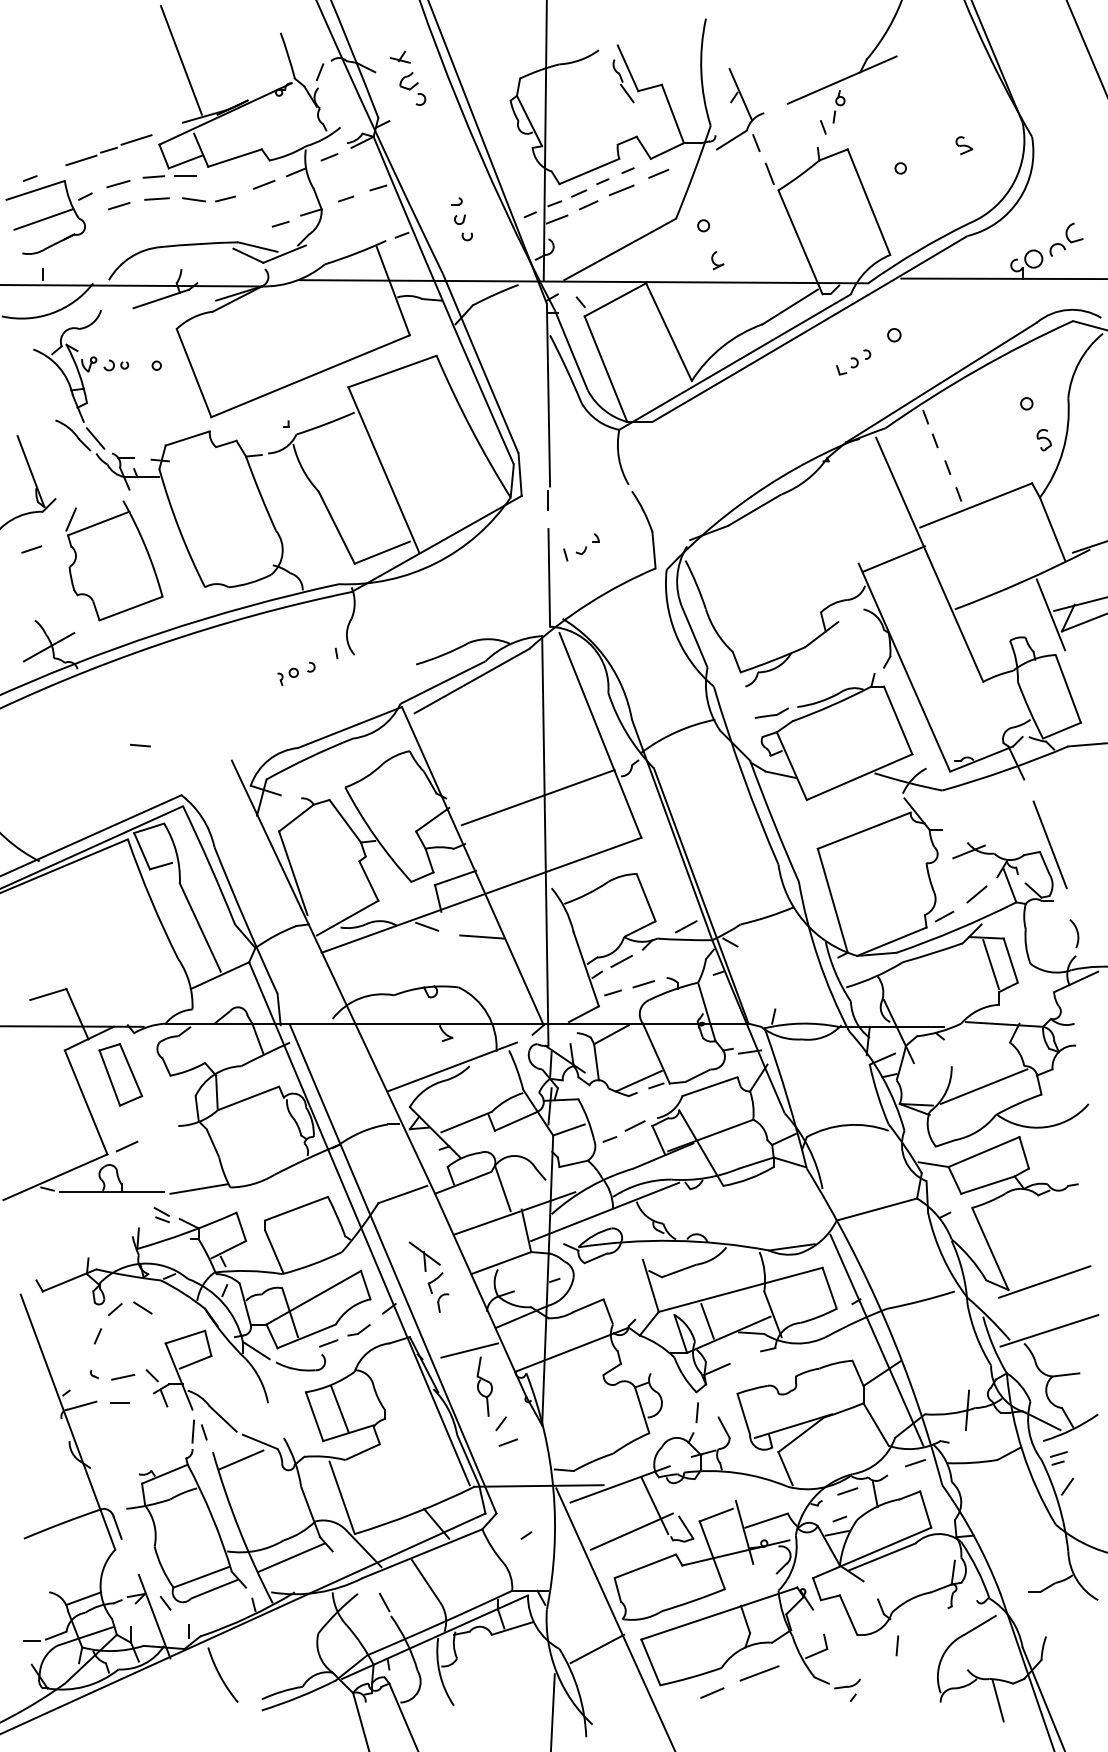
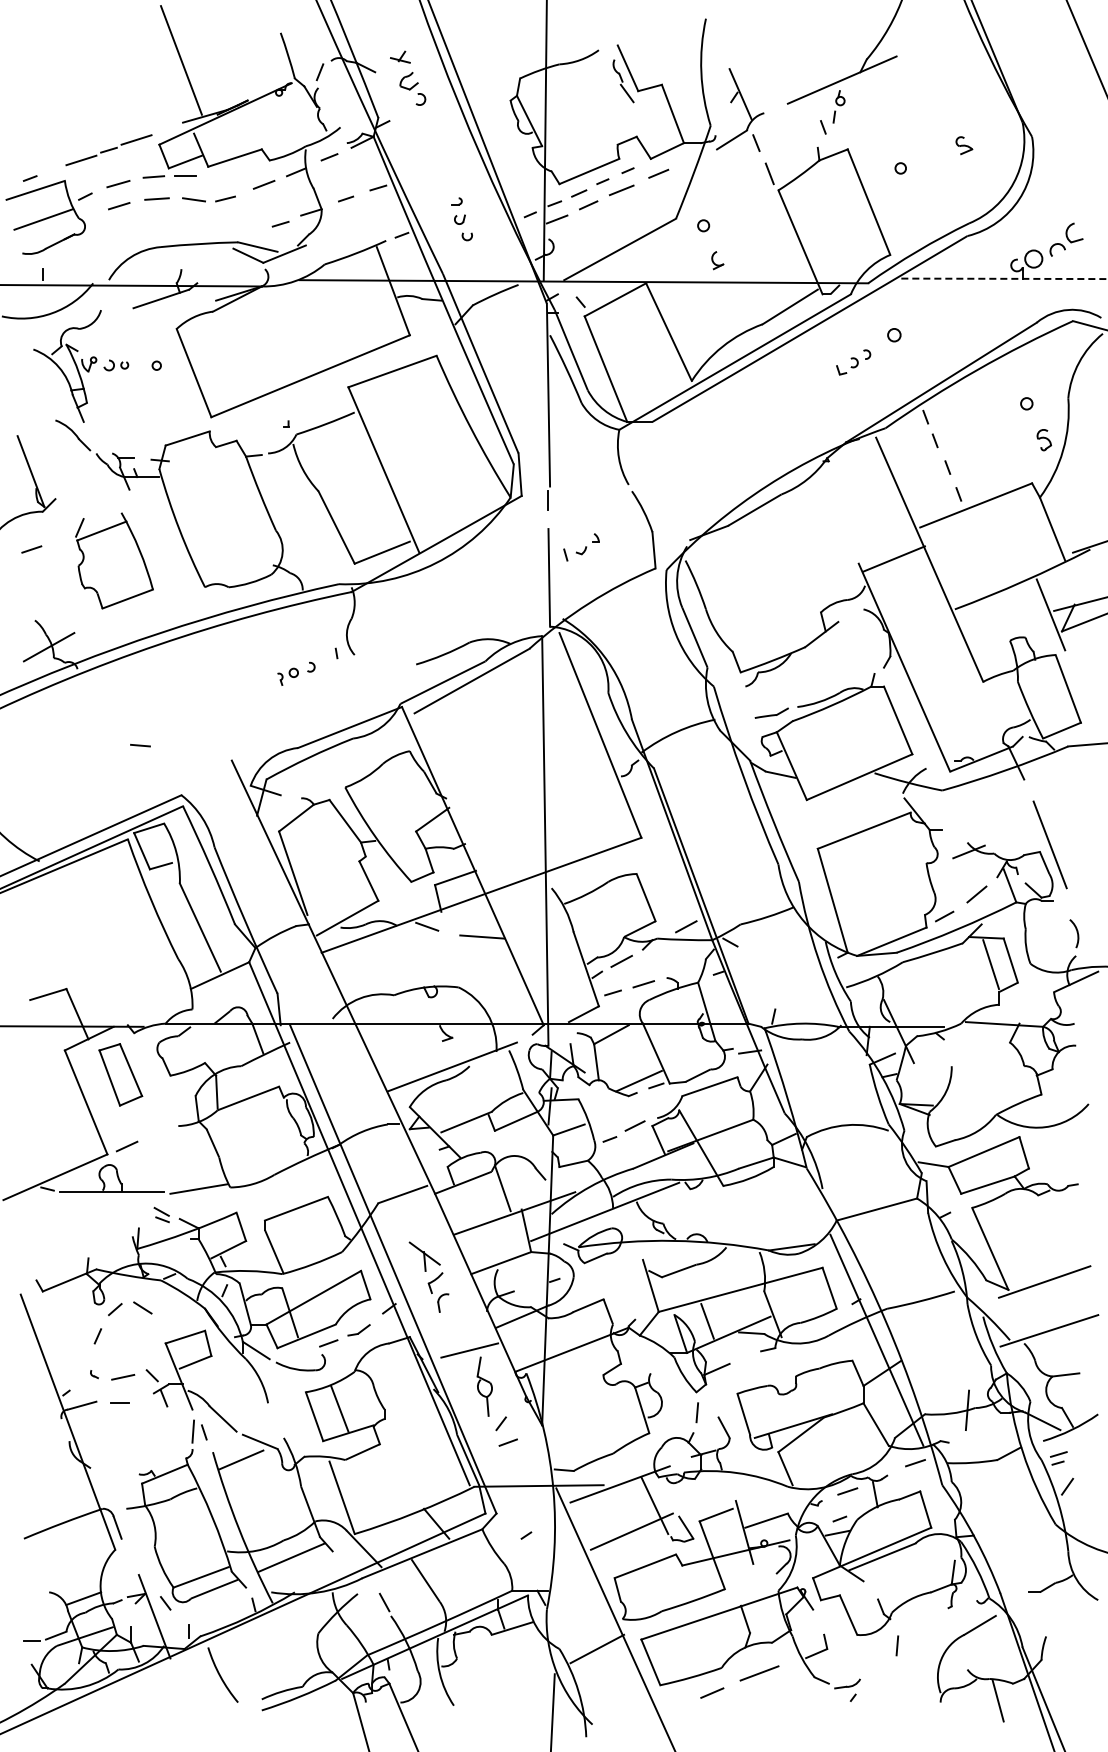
line at (1004, 278): solid -> dashed
line at (95, 438): present -> none
part at (114, 560) size: 99x122 px -> 79x98 px
line at (537, 797): present -> none
line at (983, 1086): present -> none
